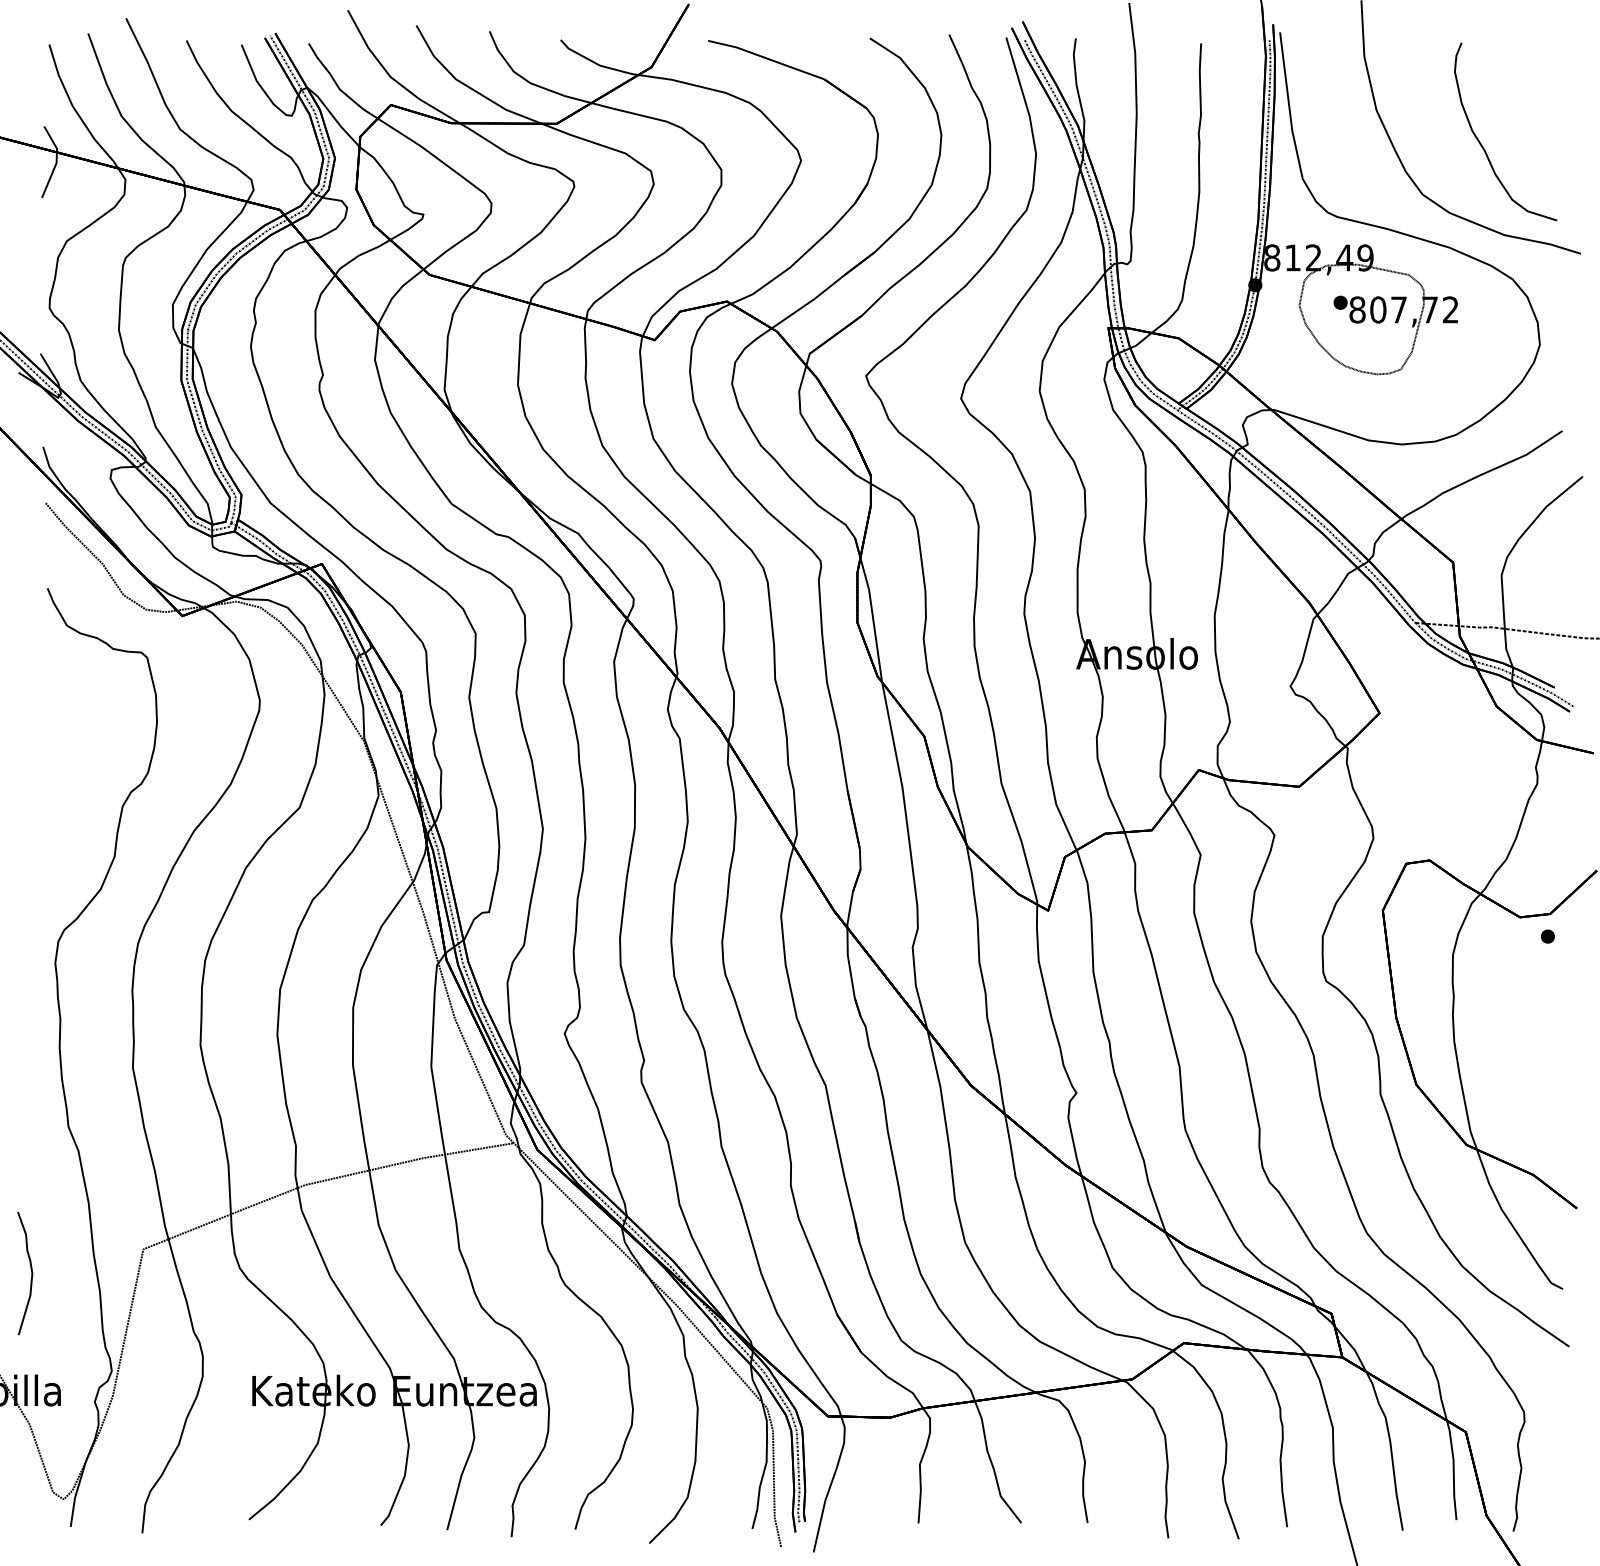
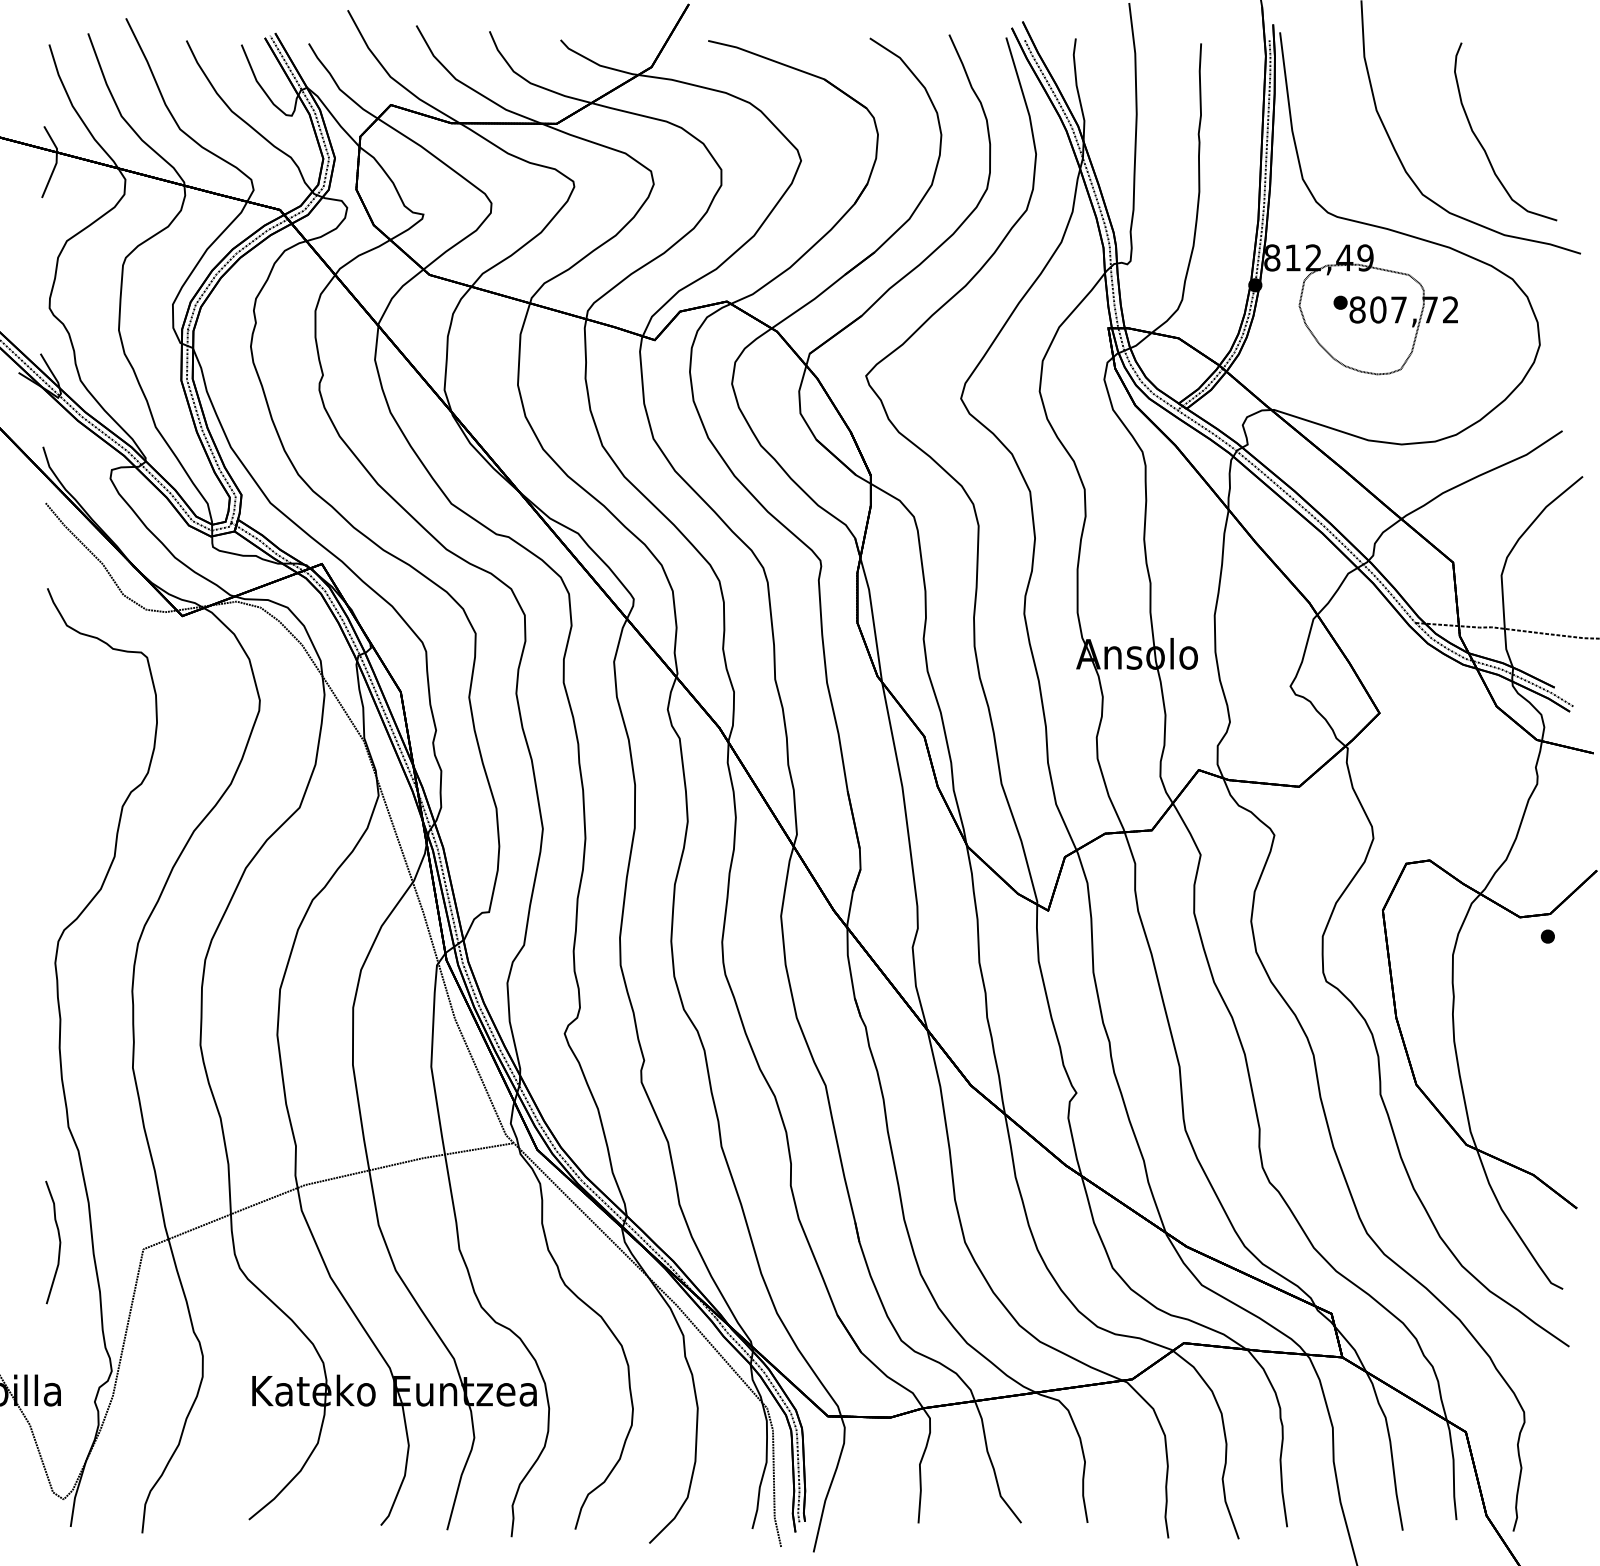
part at (25, 1273) position: (25, 1273) -> (53, 1242)
